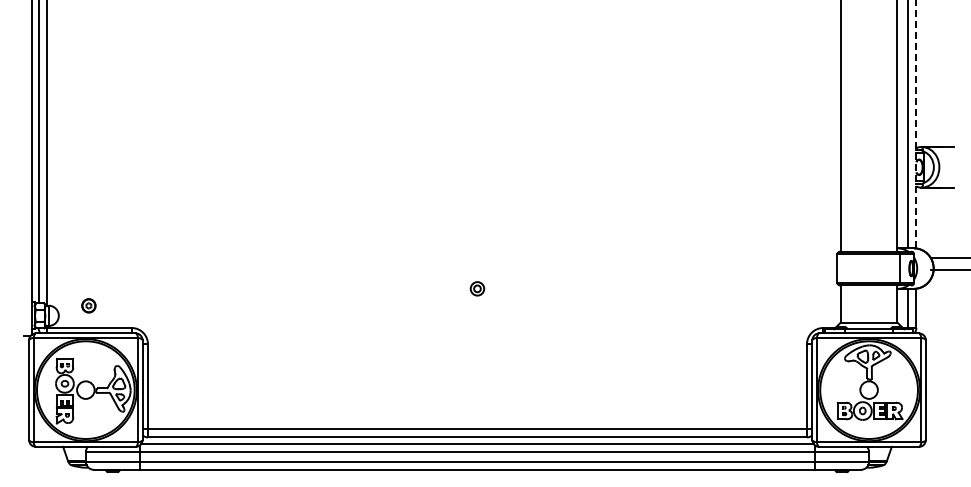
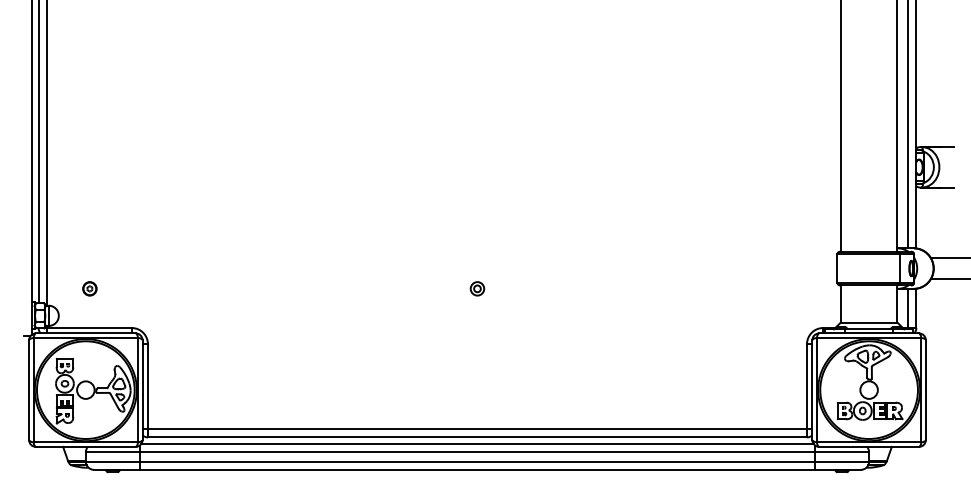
line at (916, 124): dashed -> solid
line at (948, 270) position: (948, 270) -> (948, 279)
part at (88, 305) position: (88, 305) -> (89, 288)
